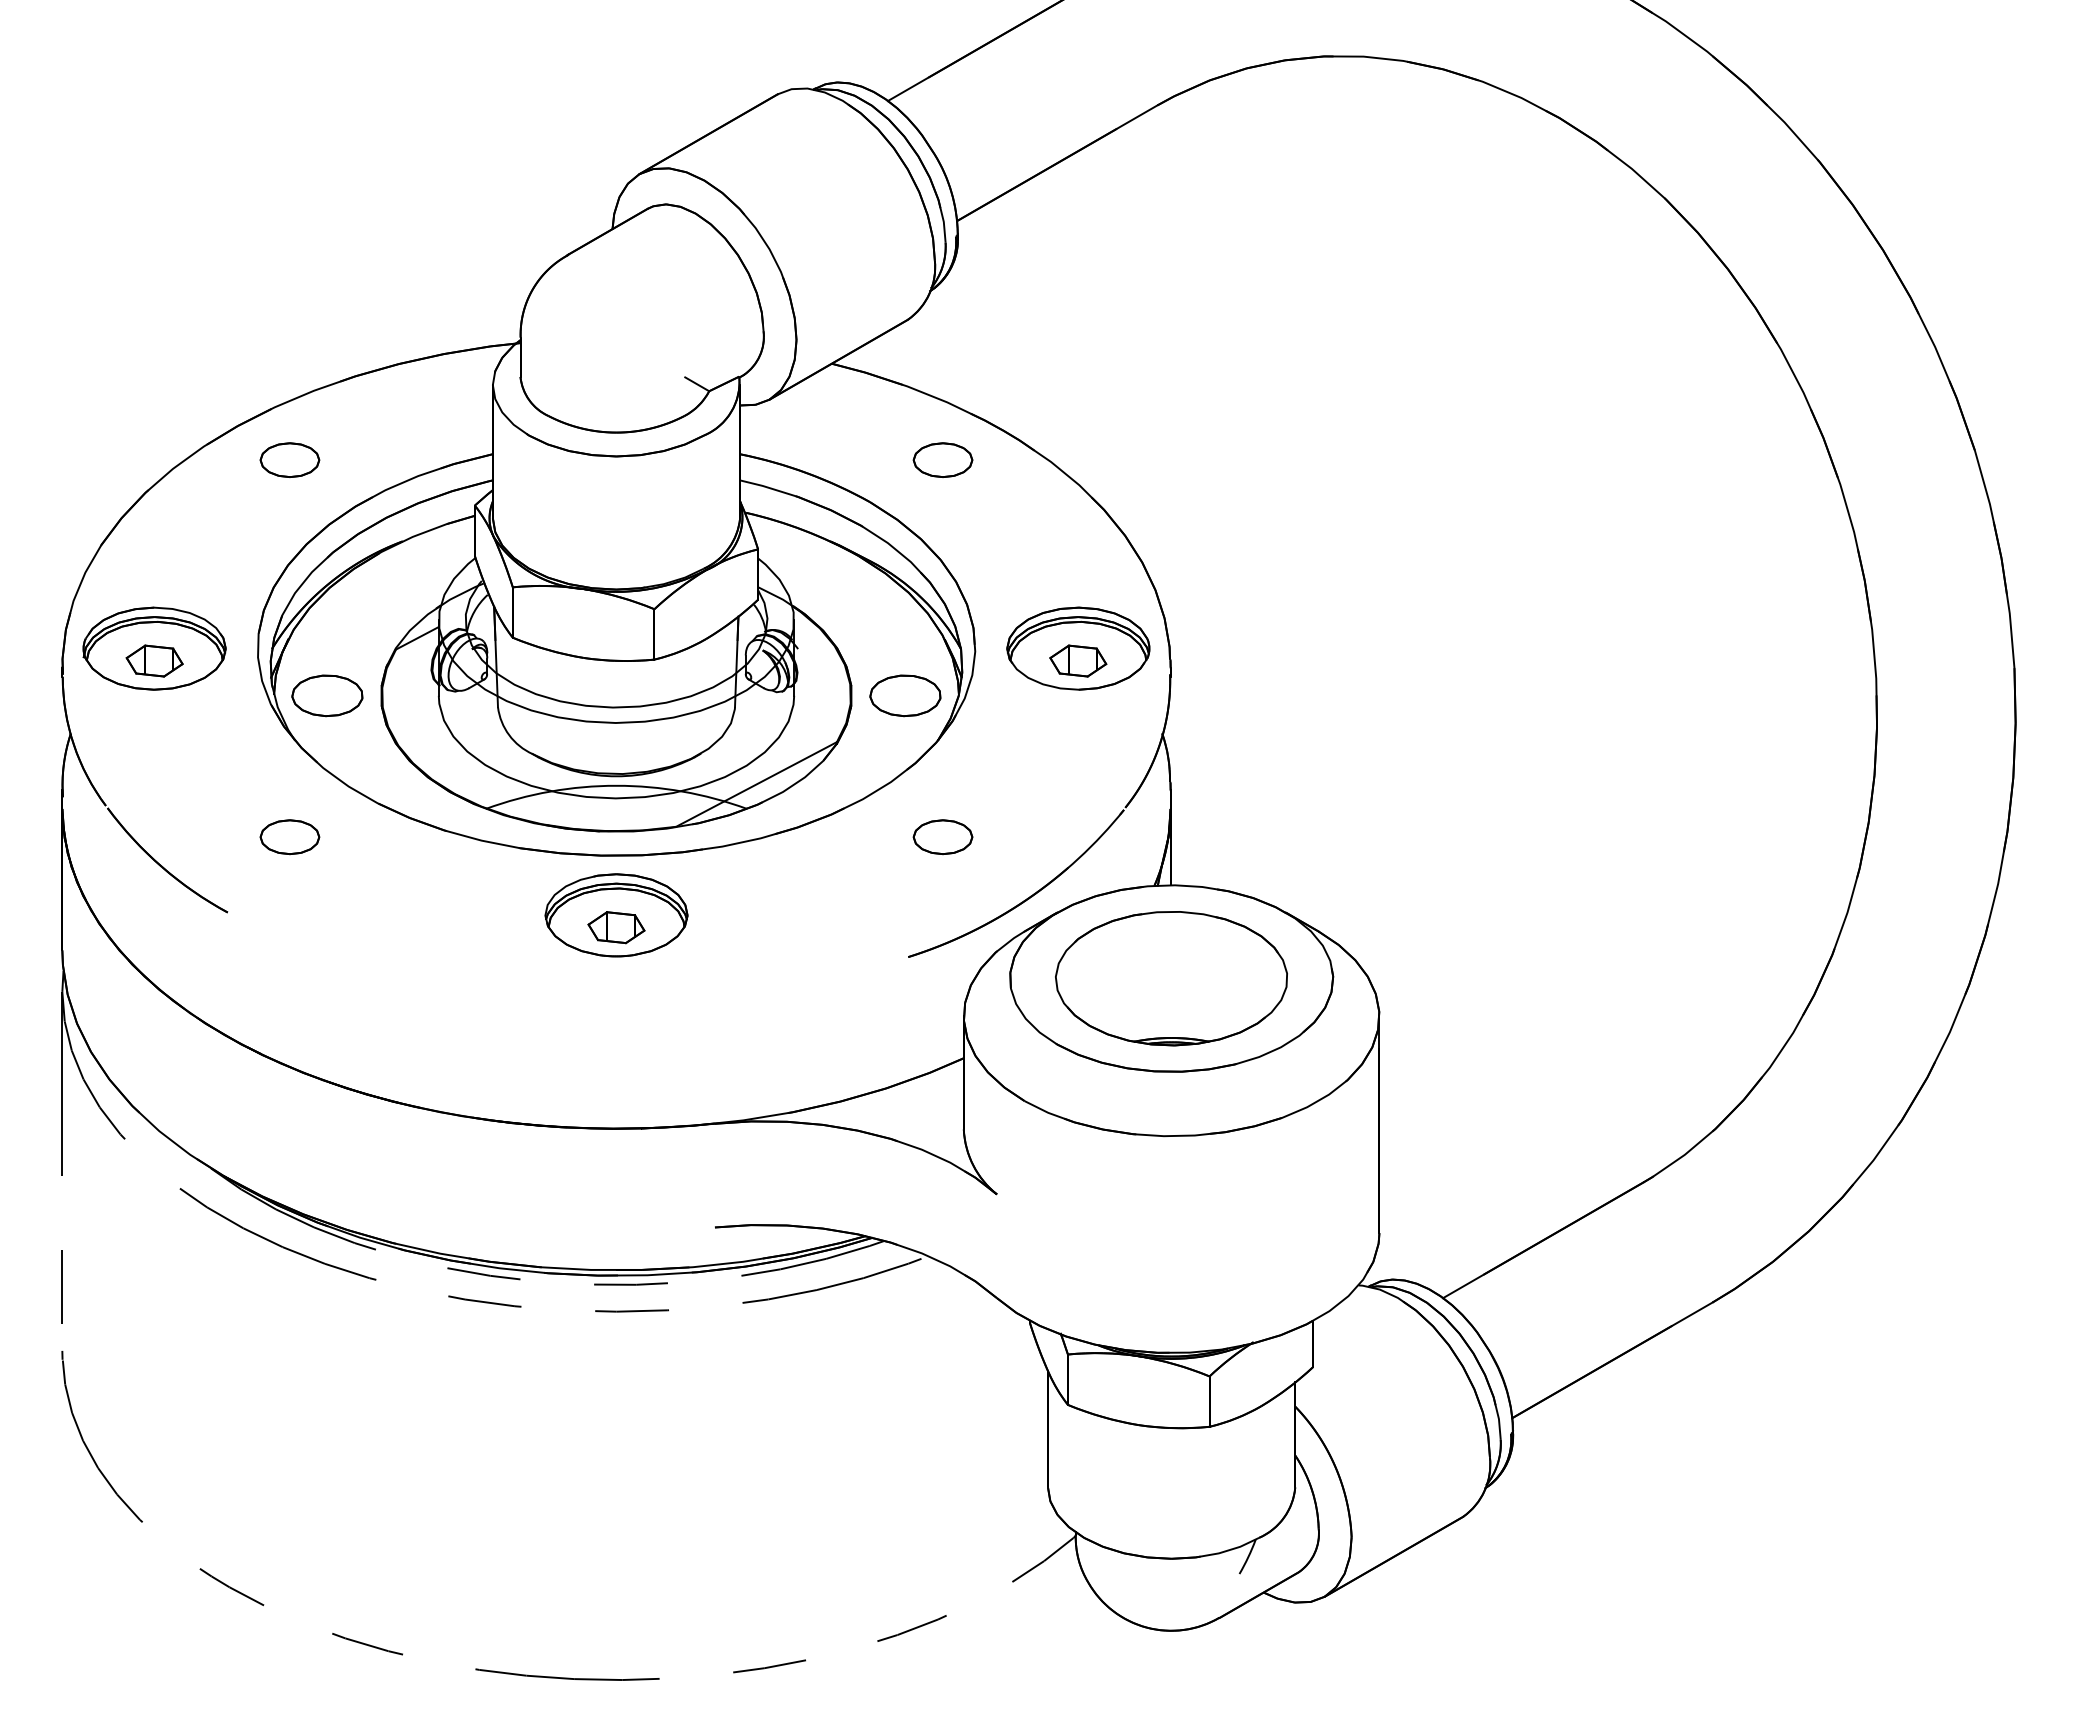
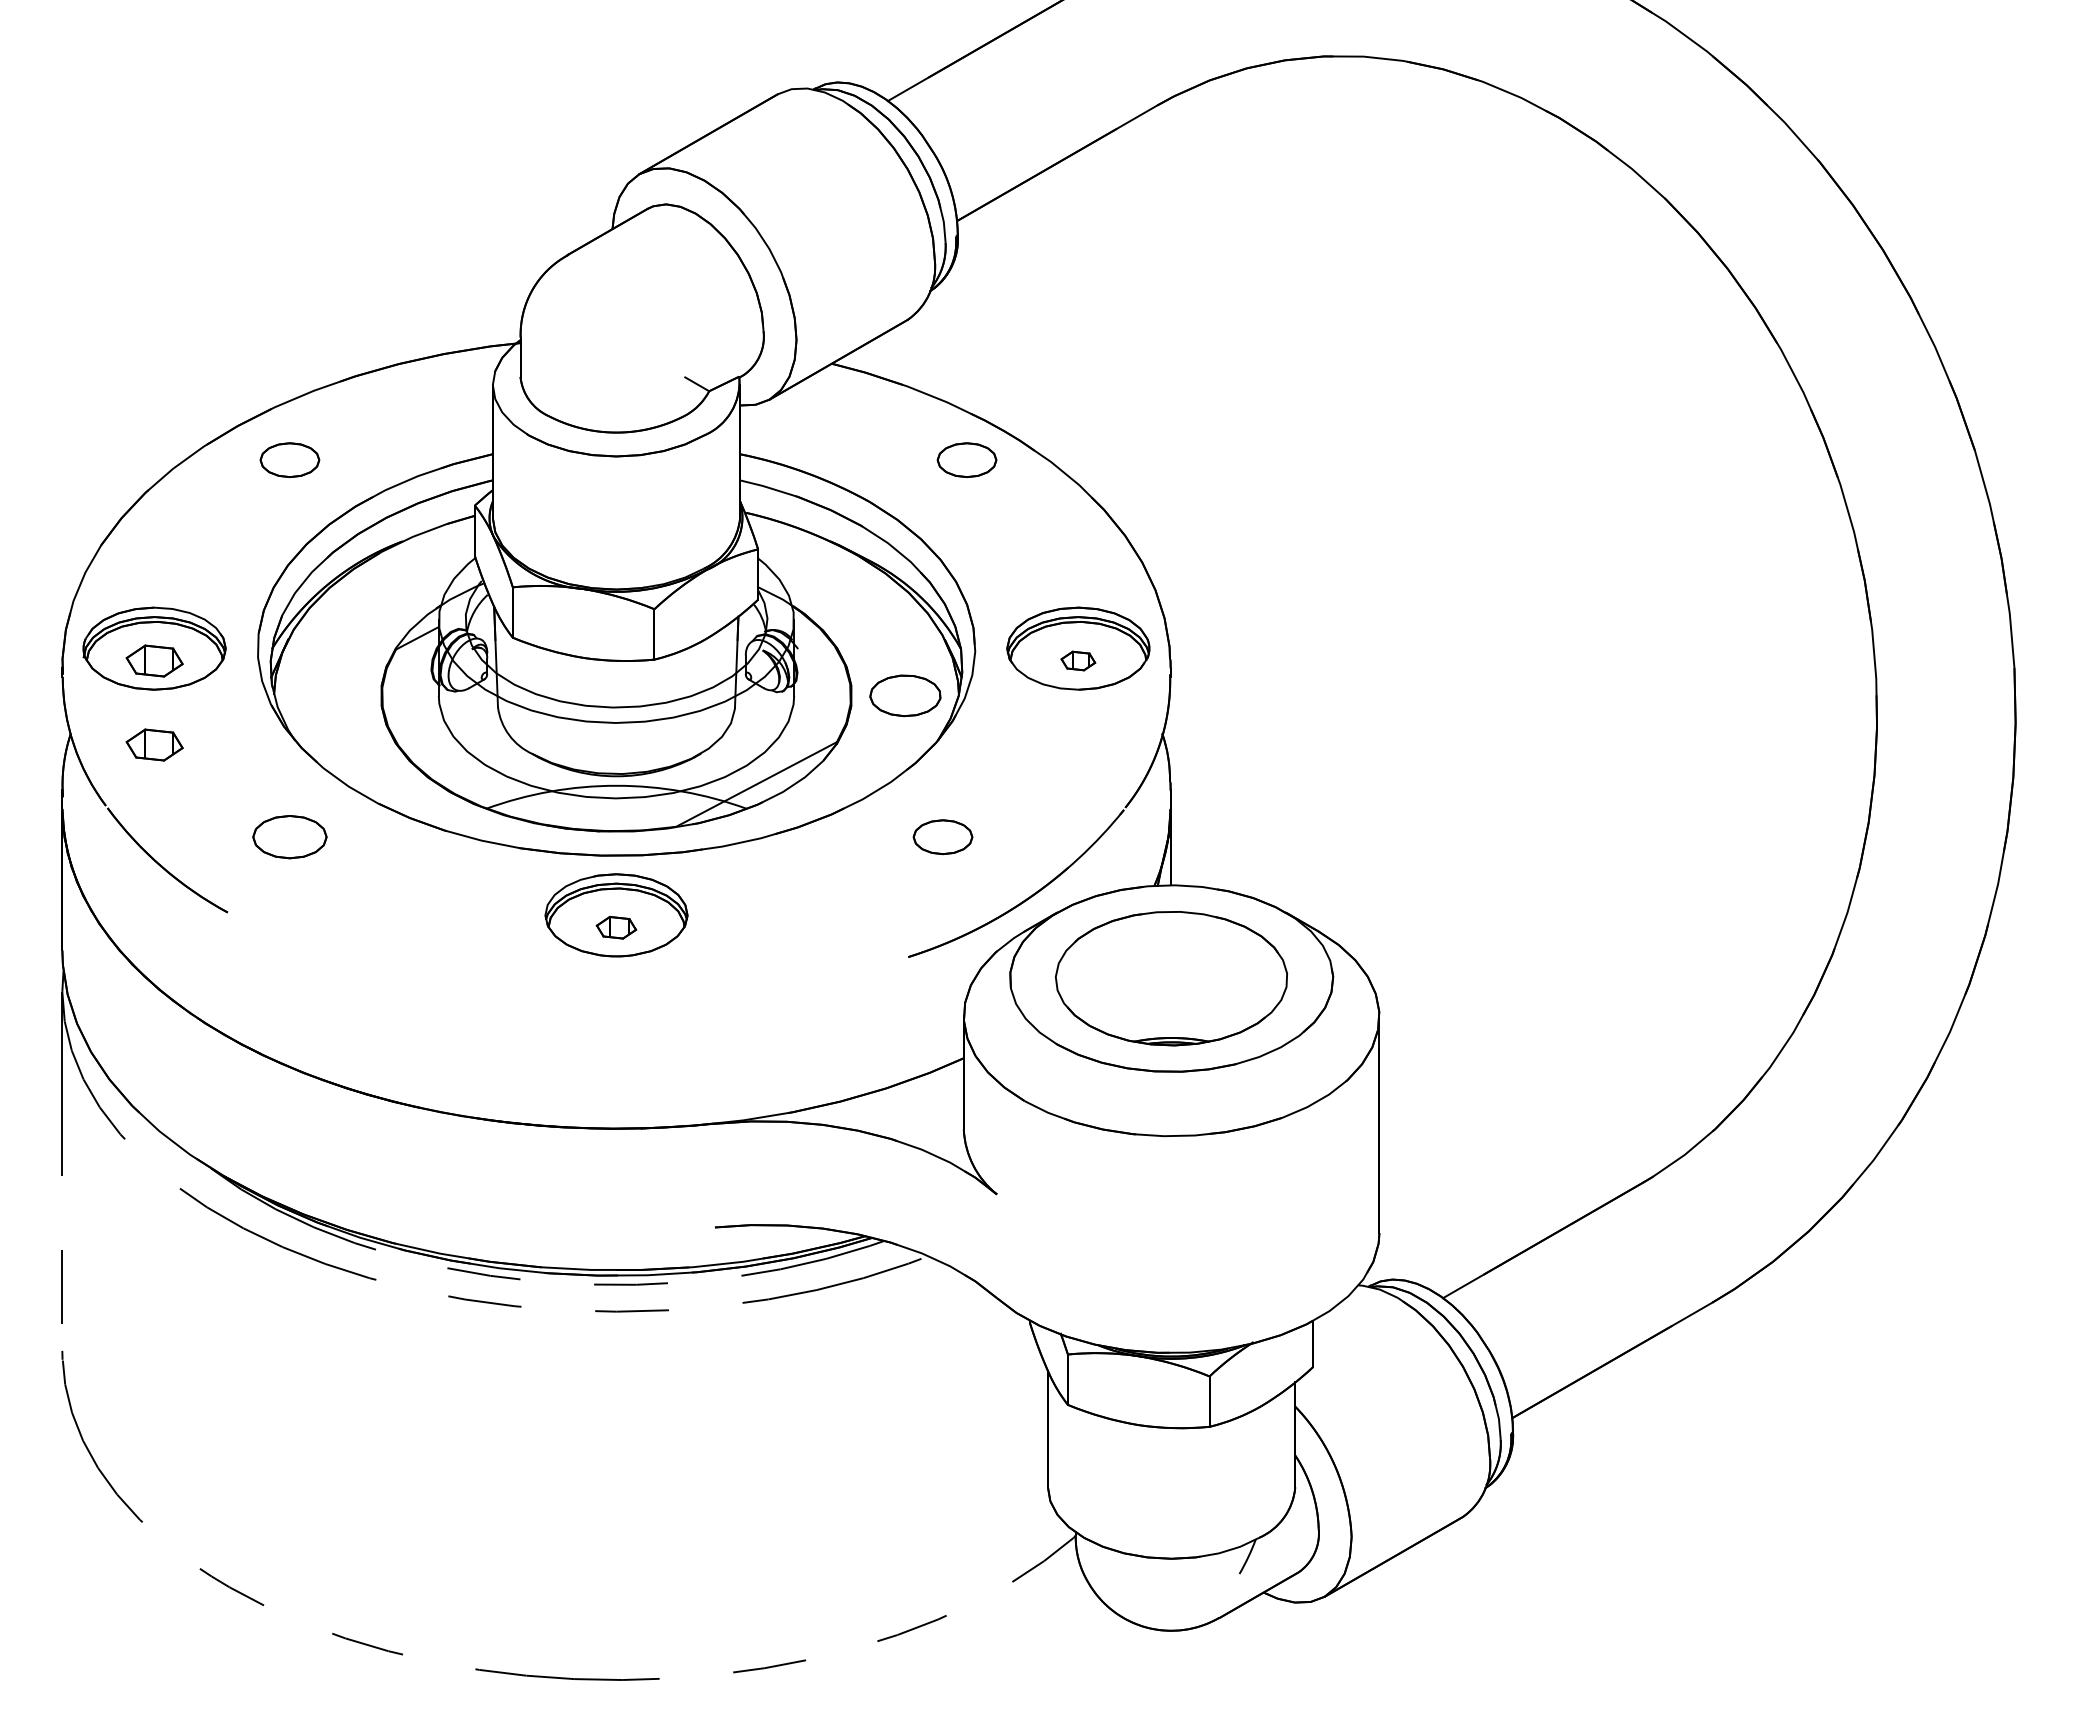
part at (942, 459) position: (942, 459) -> (966, 459)
part at (1078, 660) size: 59x34 px -> 37x22 px
part at (327, 695): present -> none
part at (154, 744): none -> present
part at (289, 837) size: 62x37 px -> 76x45 px
part at (616, 927) size: 59x34 px -> 43x24 px
